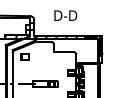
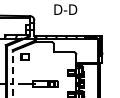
text at (65, 15) position: (65, 15) -> (65, 9)
line at (12, 73): solid -> dashed
